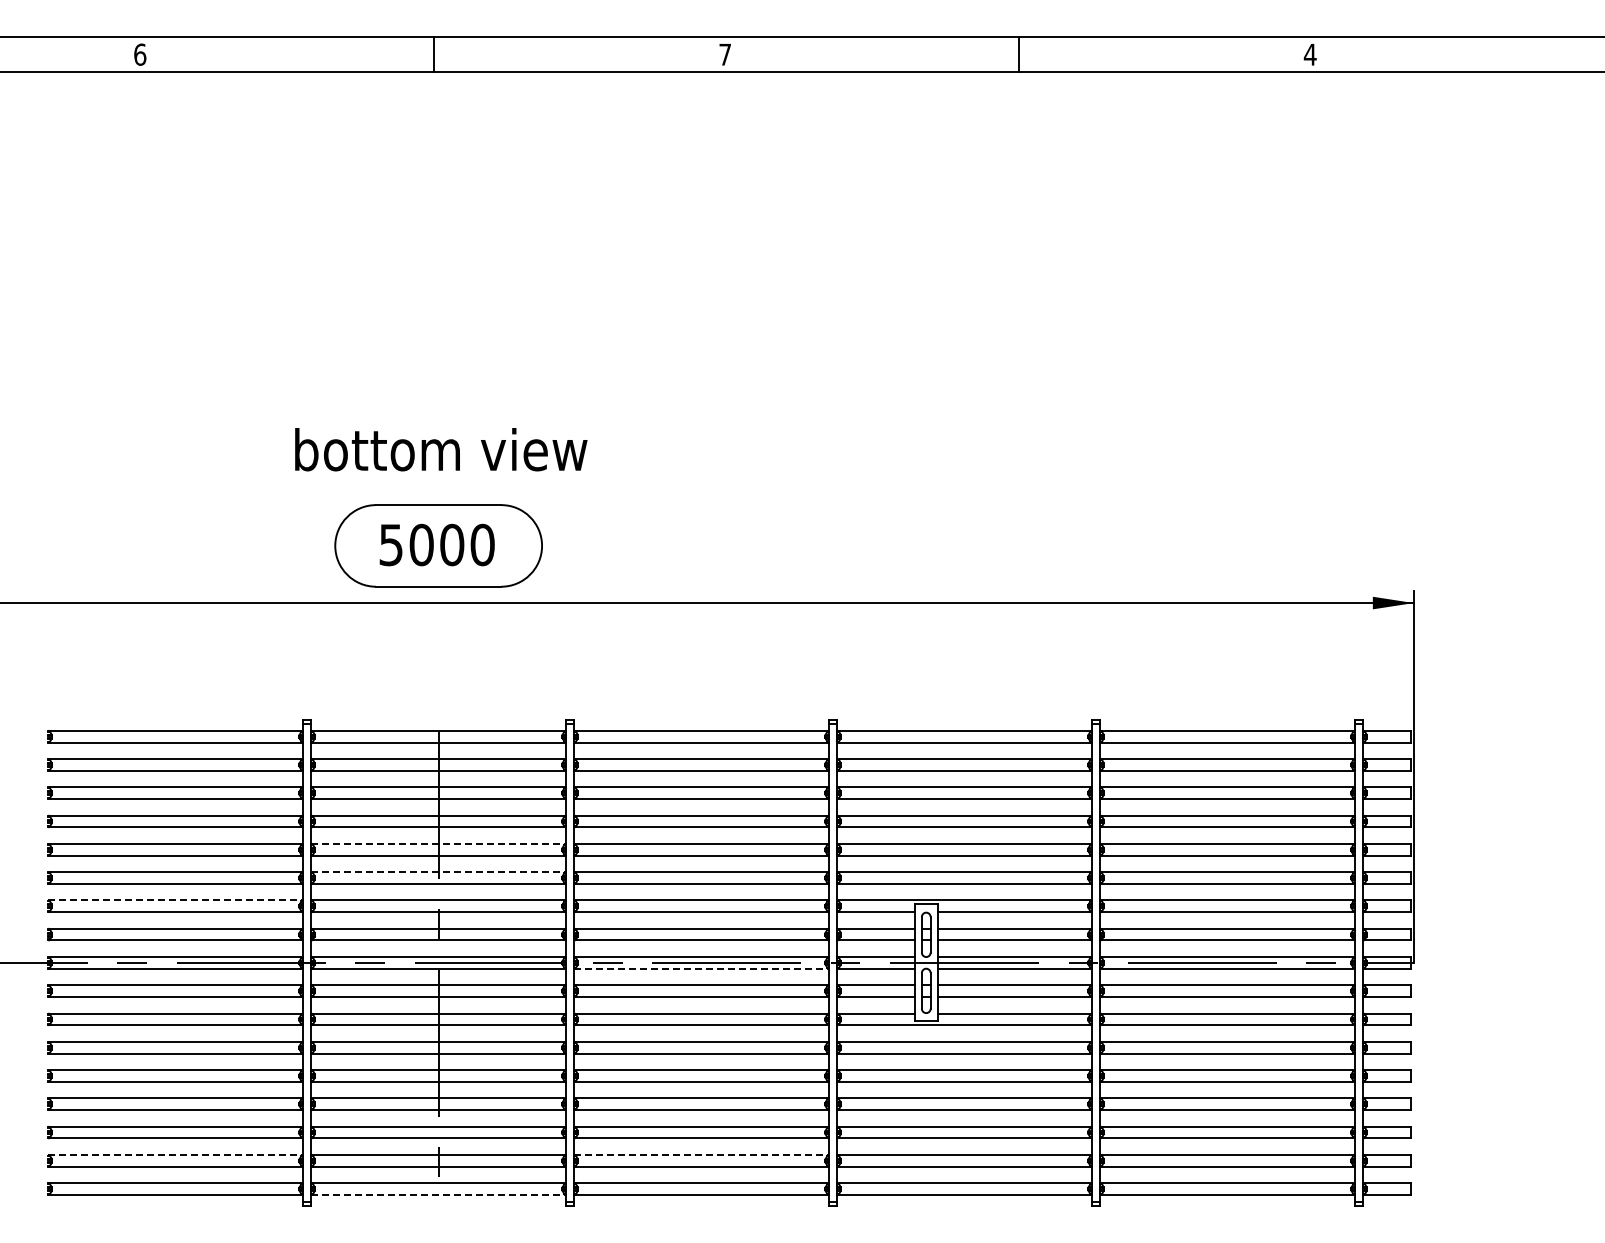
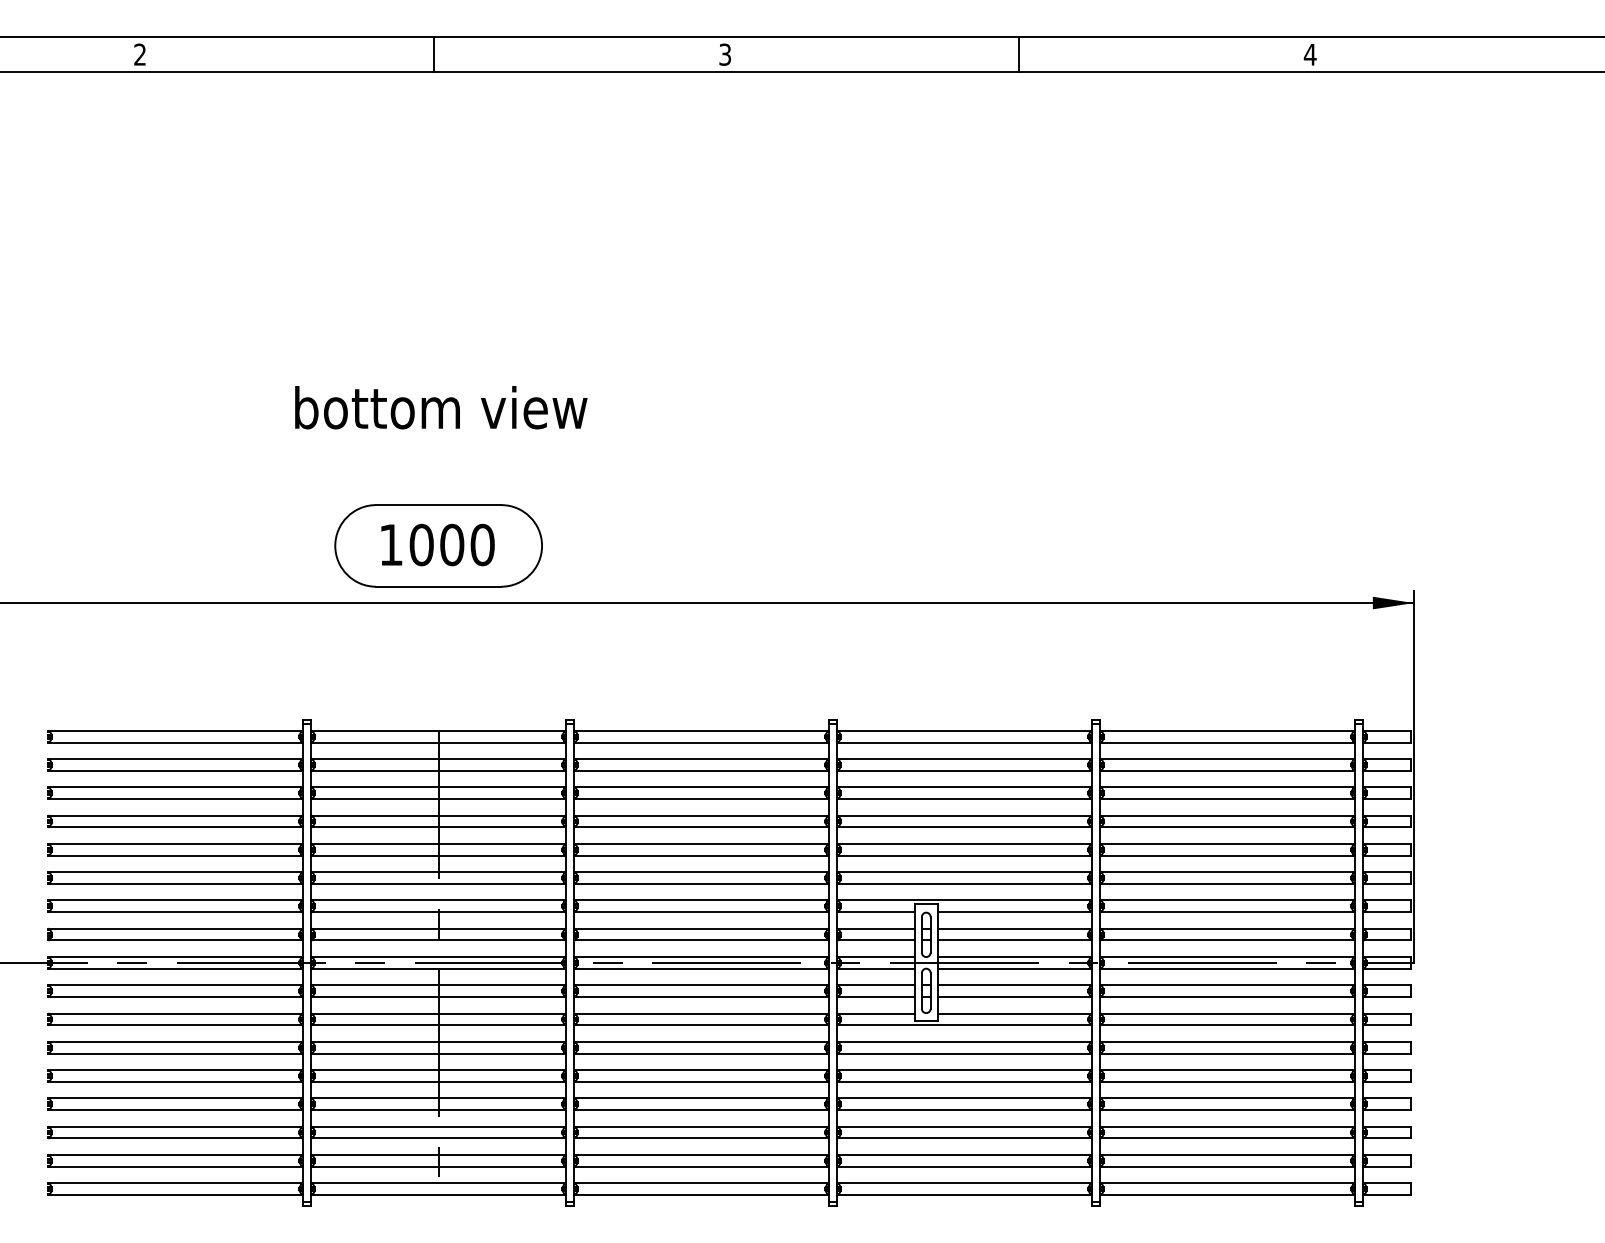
text at (140, 54): 6 -> 2
text at (725, 54): 7 -> 3
text at (441, 449) position: (441, 449) -> (441, 407)
text at (390, 545): 5000 -> 1000
line at (439, 843): dashed -> solid
line at (439, 872): dashed -> solid
line at (176, 900): dashed -> solid
line at (702, 968): dashed -> solid
line at (176, 1154): dashed -> solid
line at (702, 1154): dashed -> solid
line at (439, 1194): dashed -> solid
